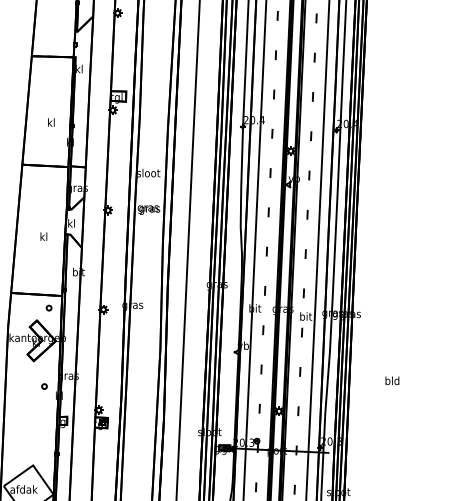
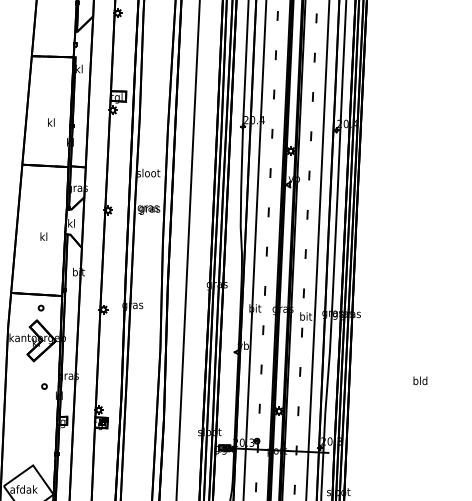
part at (48, 307) position: (48, 307) -> (40, 307)
text at (392, 380) position: (392, 380) -> (420, 380)
